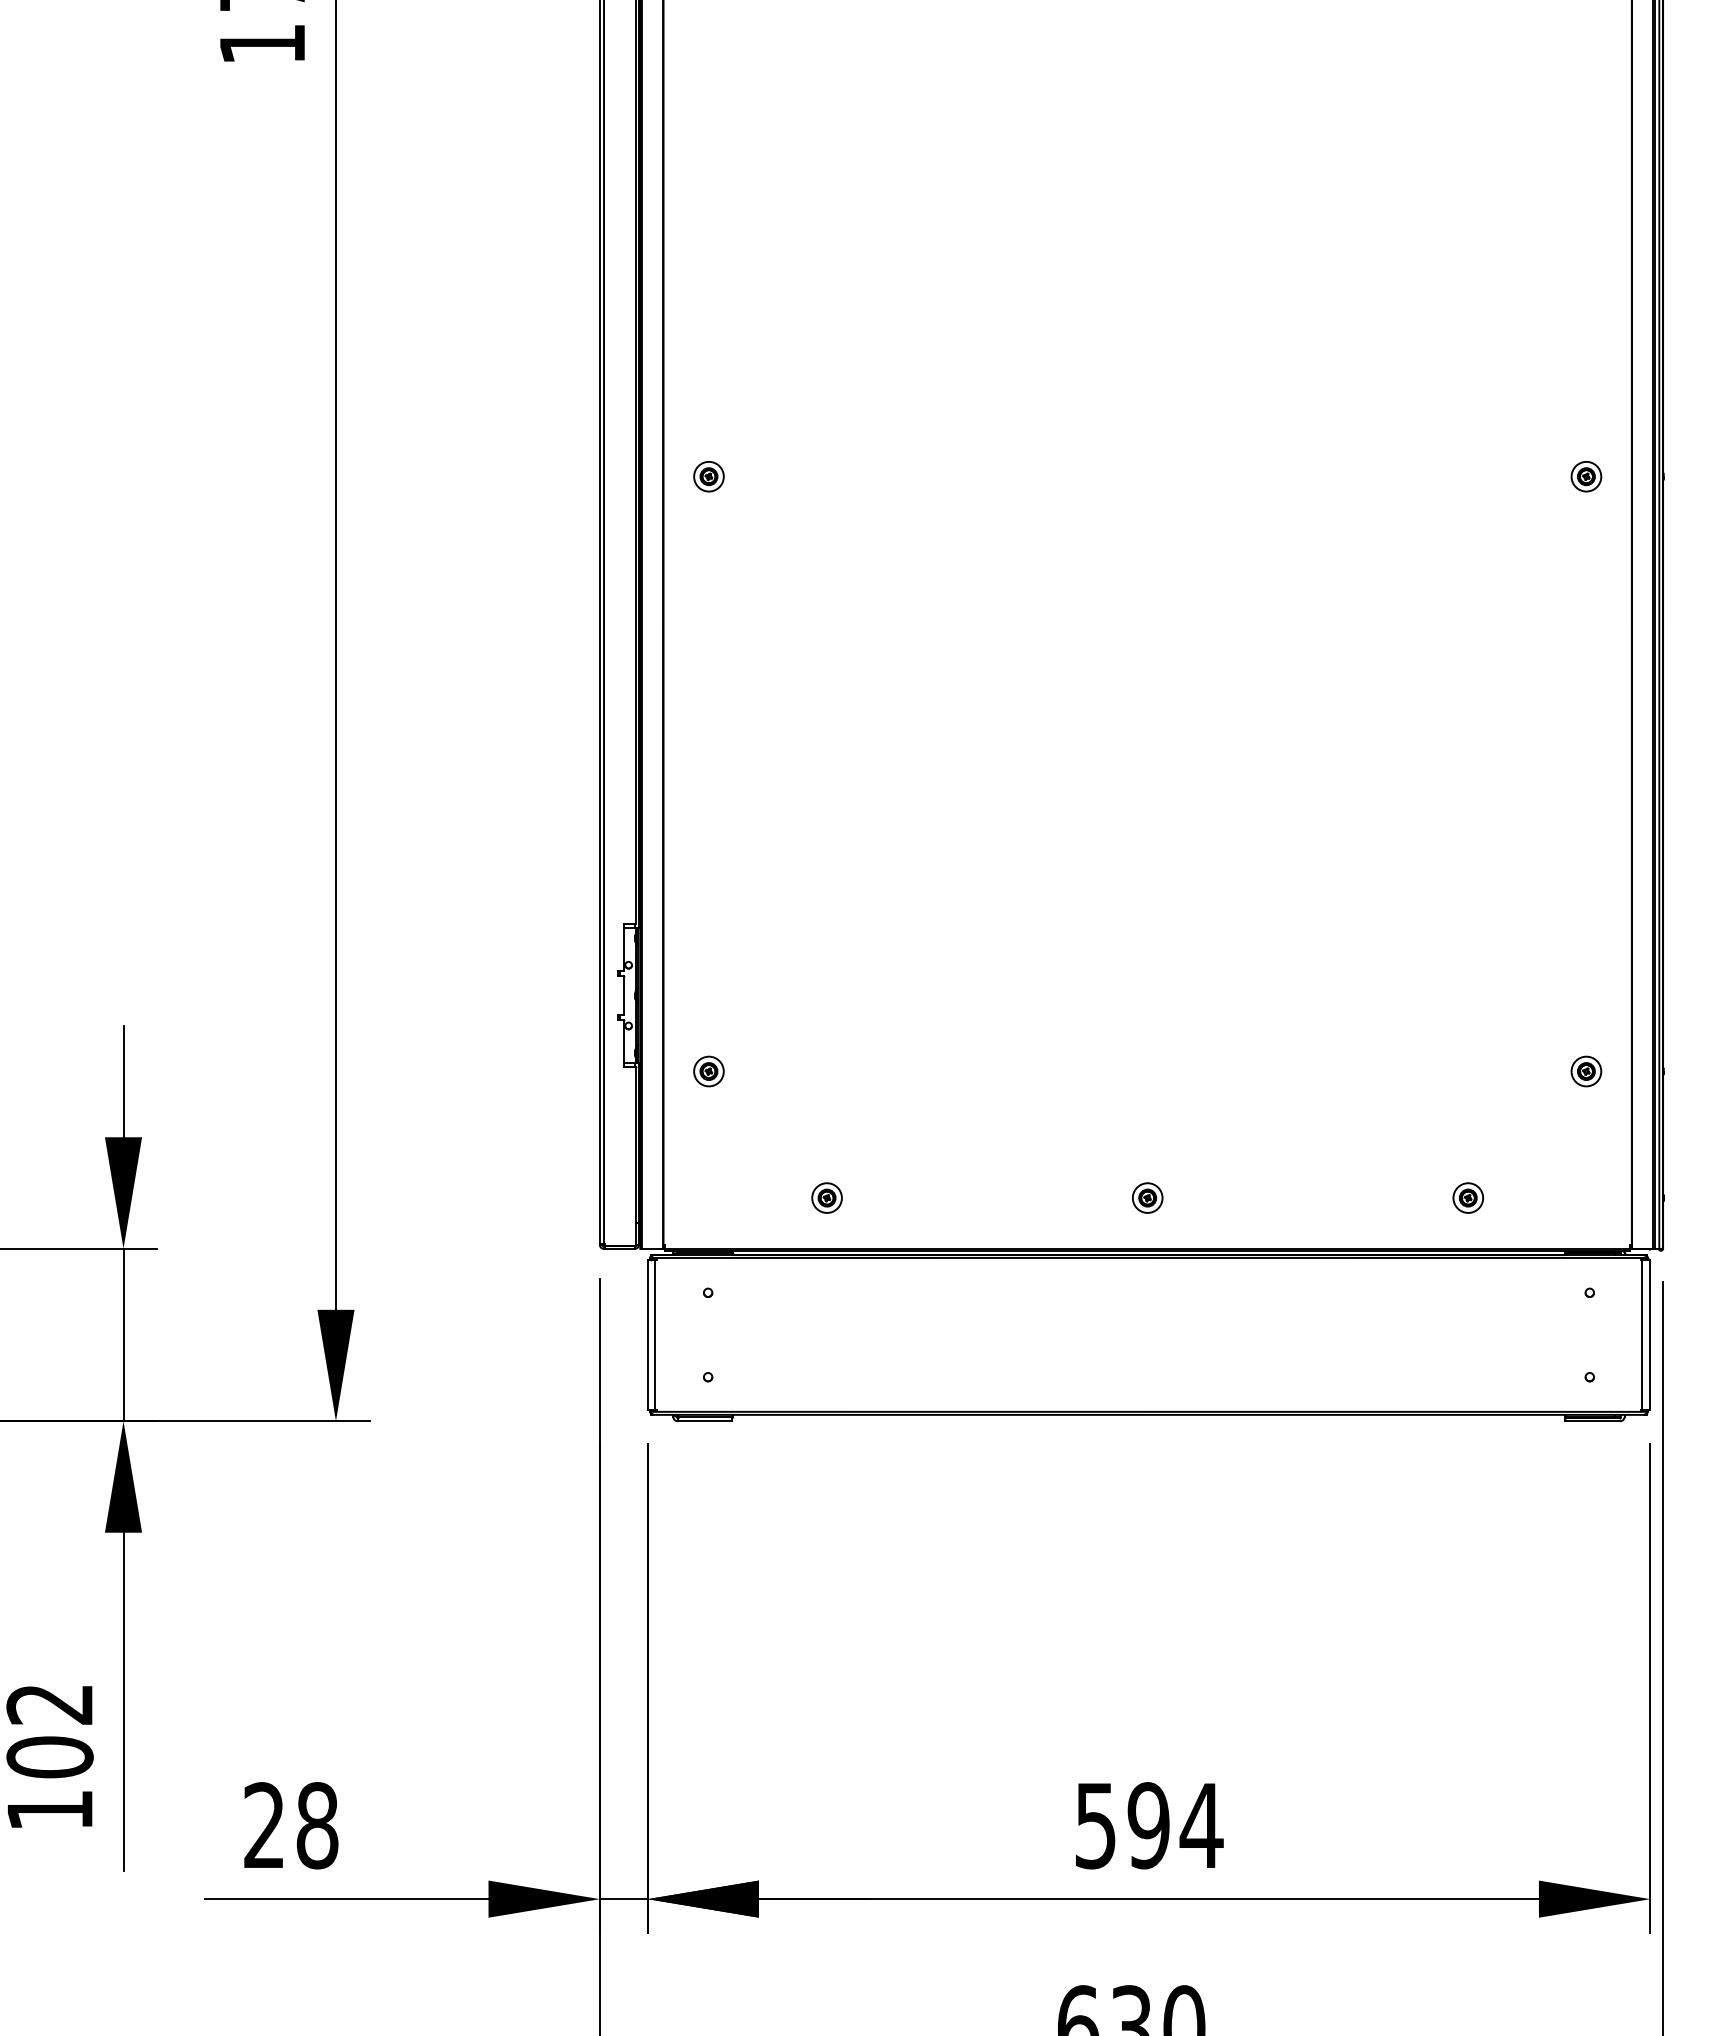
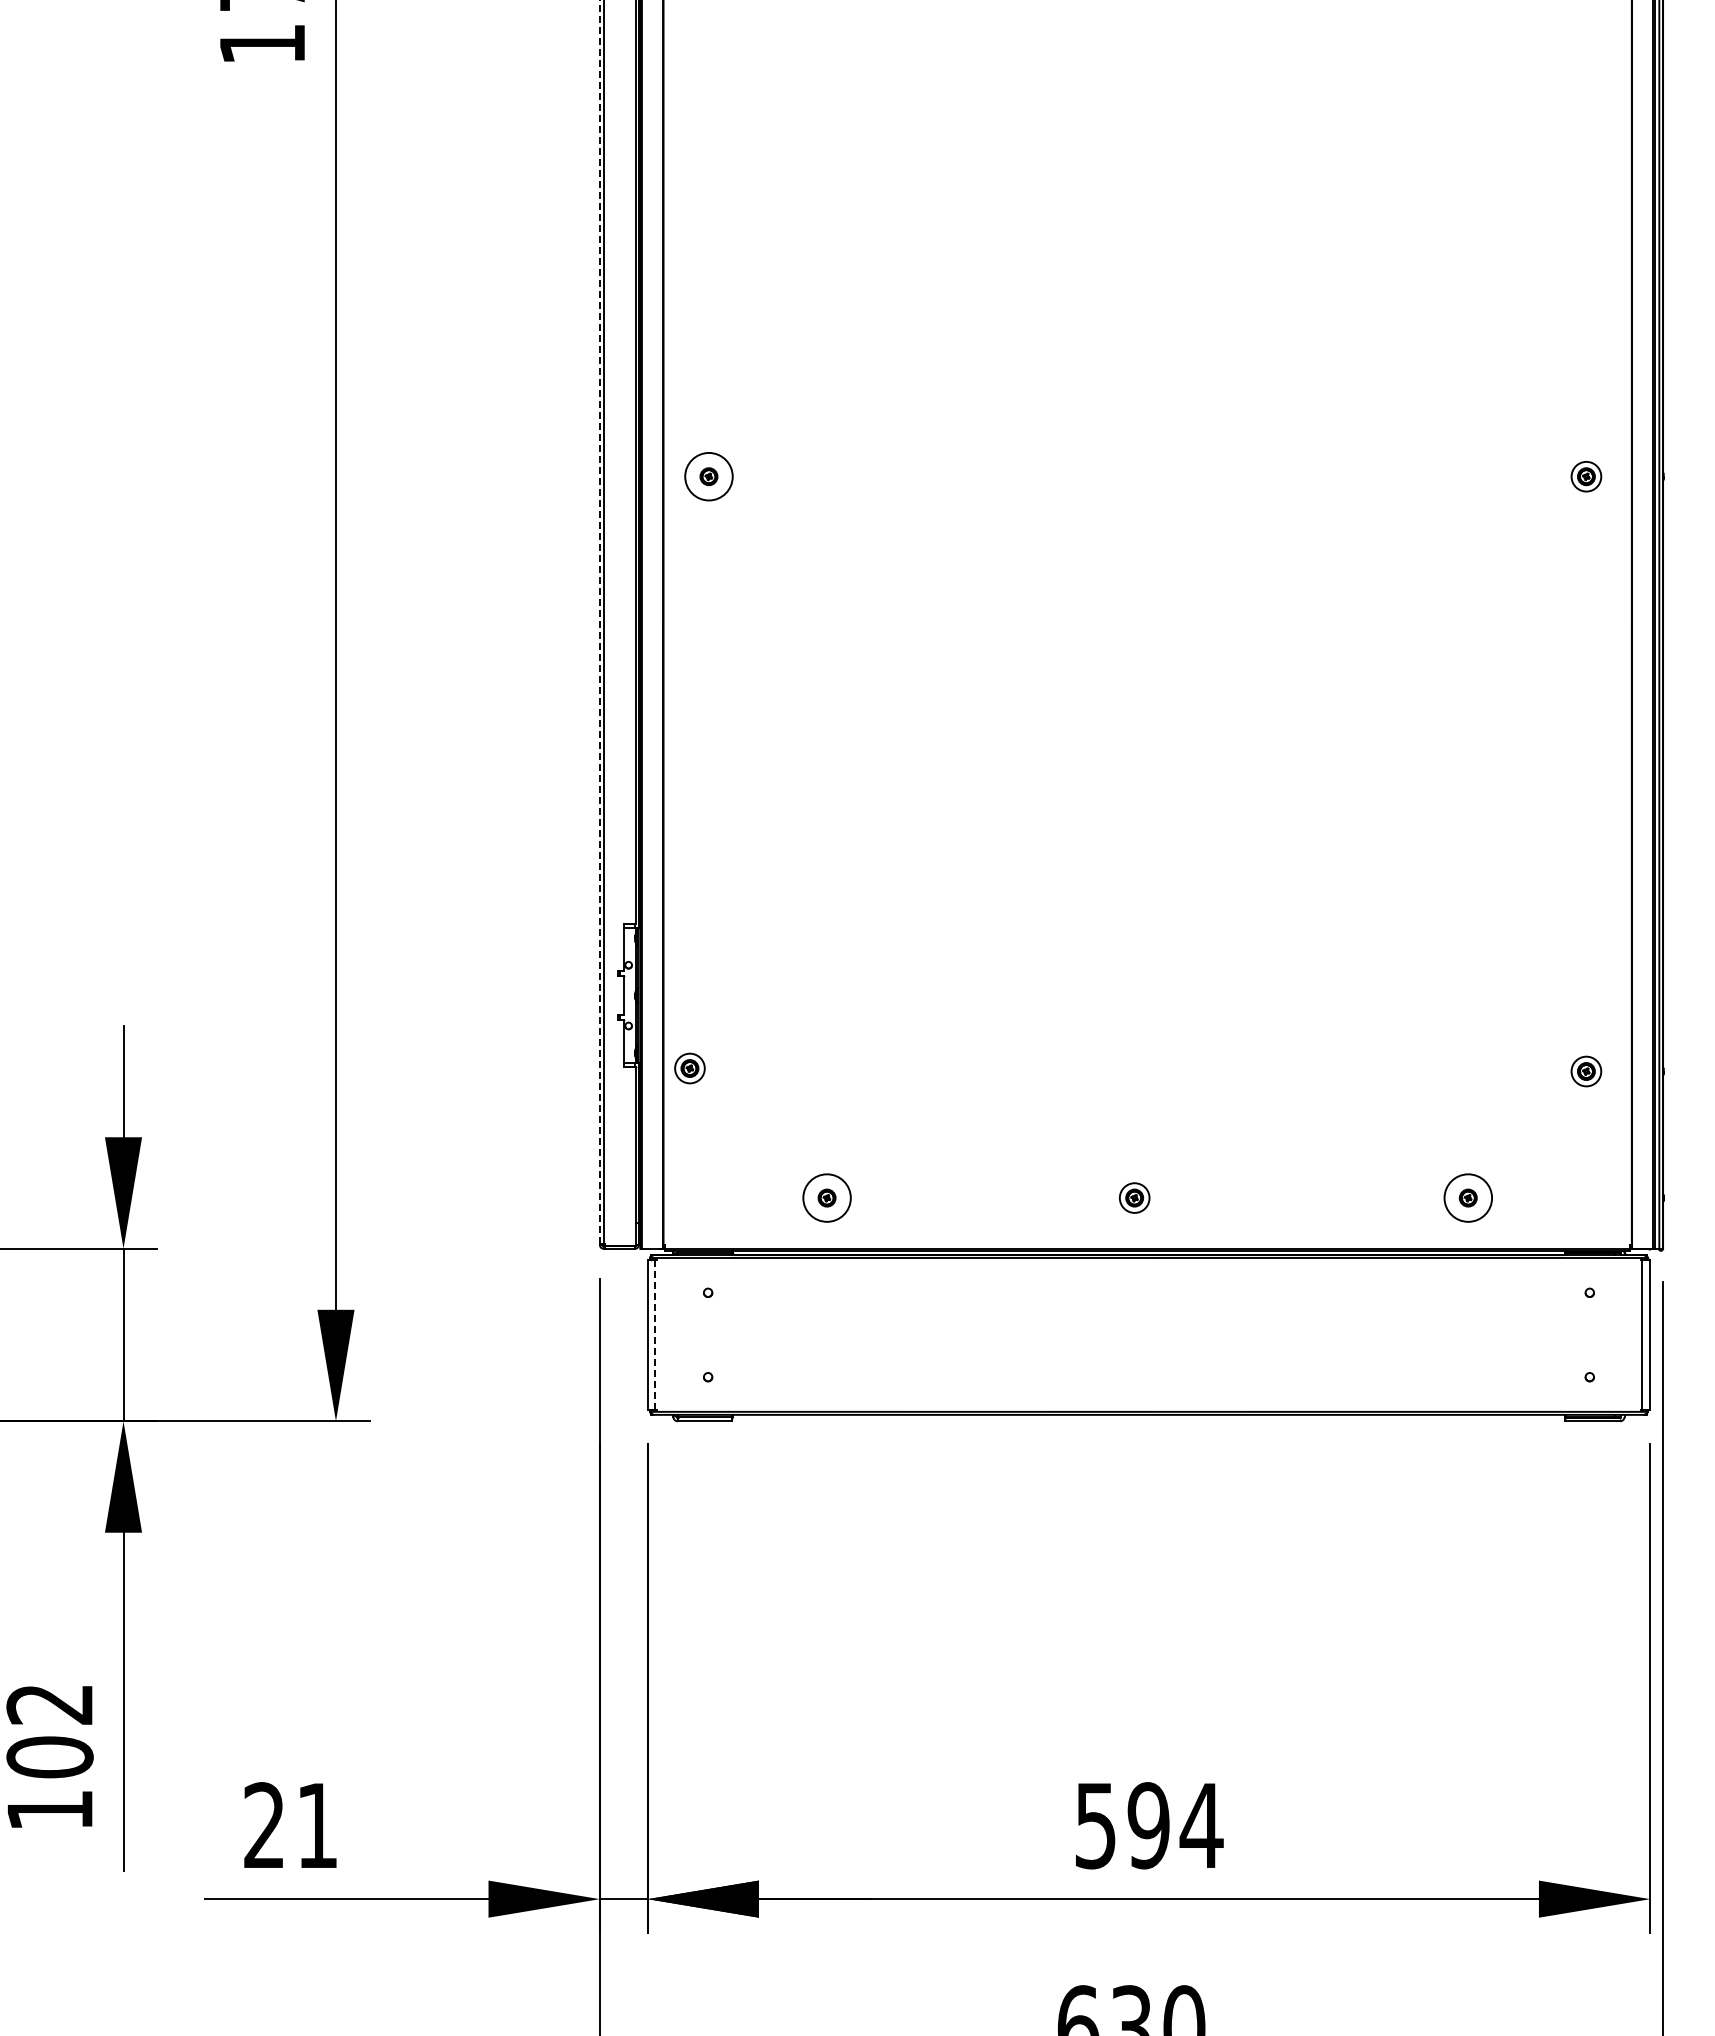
circle at (708, 476) diameter: 30 px -> 48 px
line at (599, 622): solid -> dashed
part at (708, 1071) position: (708, 1071) -> (689, 1068)
circle at (826, 1197) diameter: 30 px -> 48 px
part at (1147, 1197) position: (1147, 1197) -> (1134, 1197)
circle at (1468, 1197) diameter: 30 px -> 48 px
line at (655, 1335): solid -> dashed
text at (317, 1825): 28 -> 21
